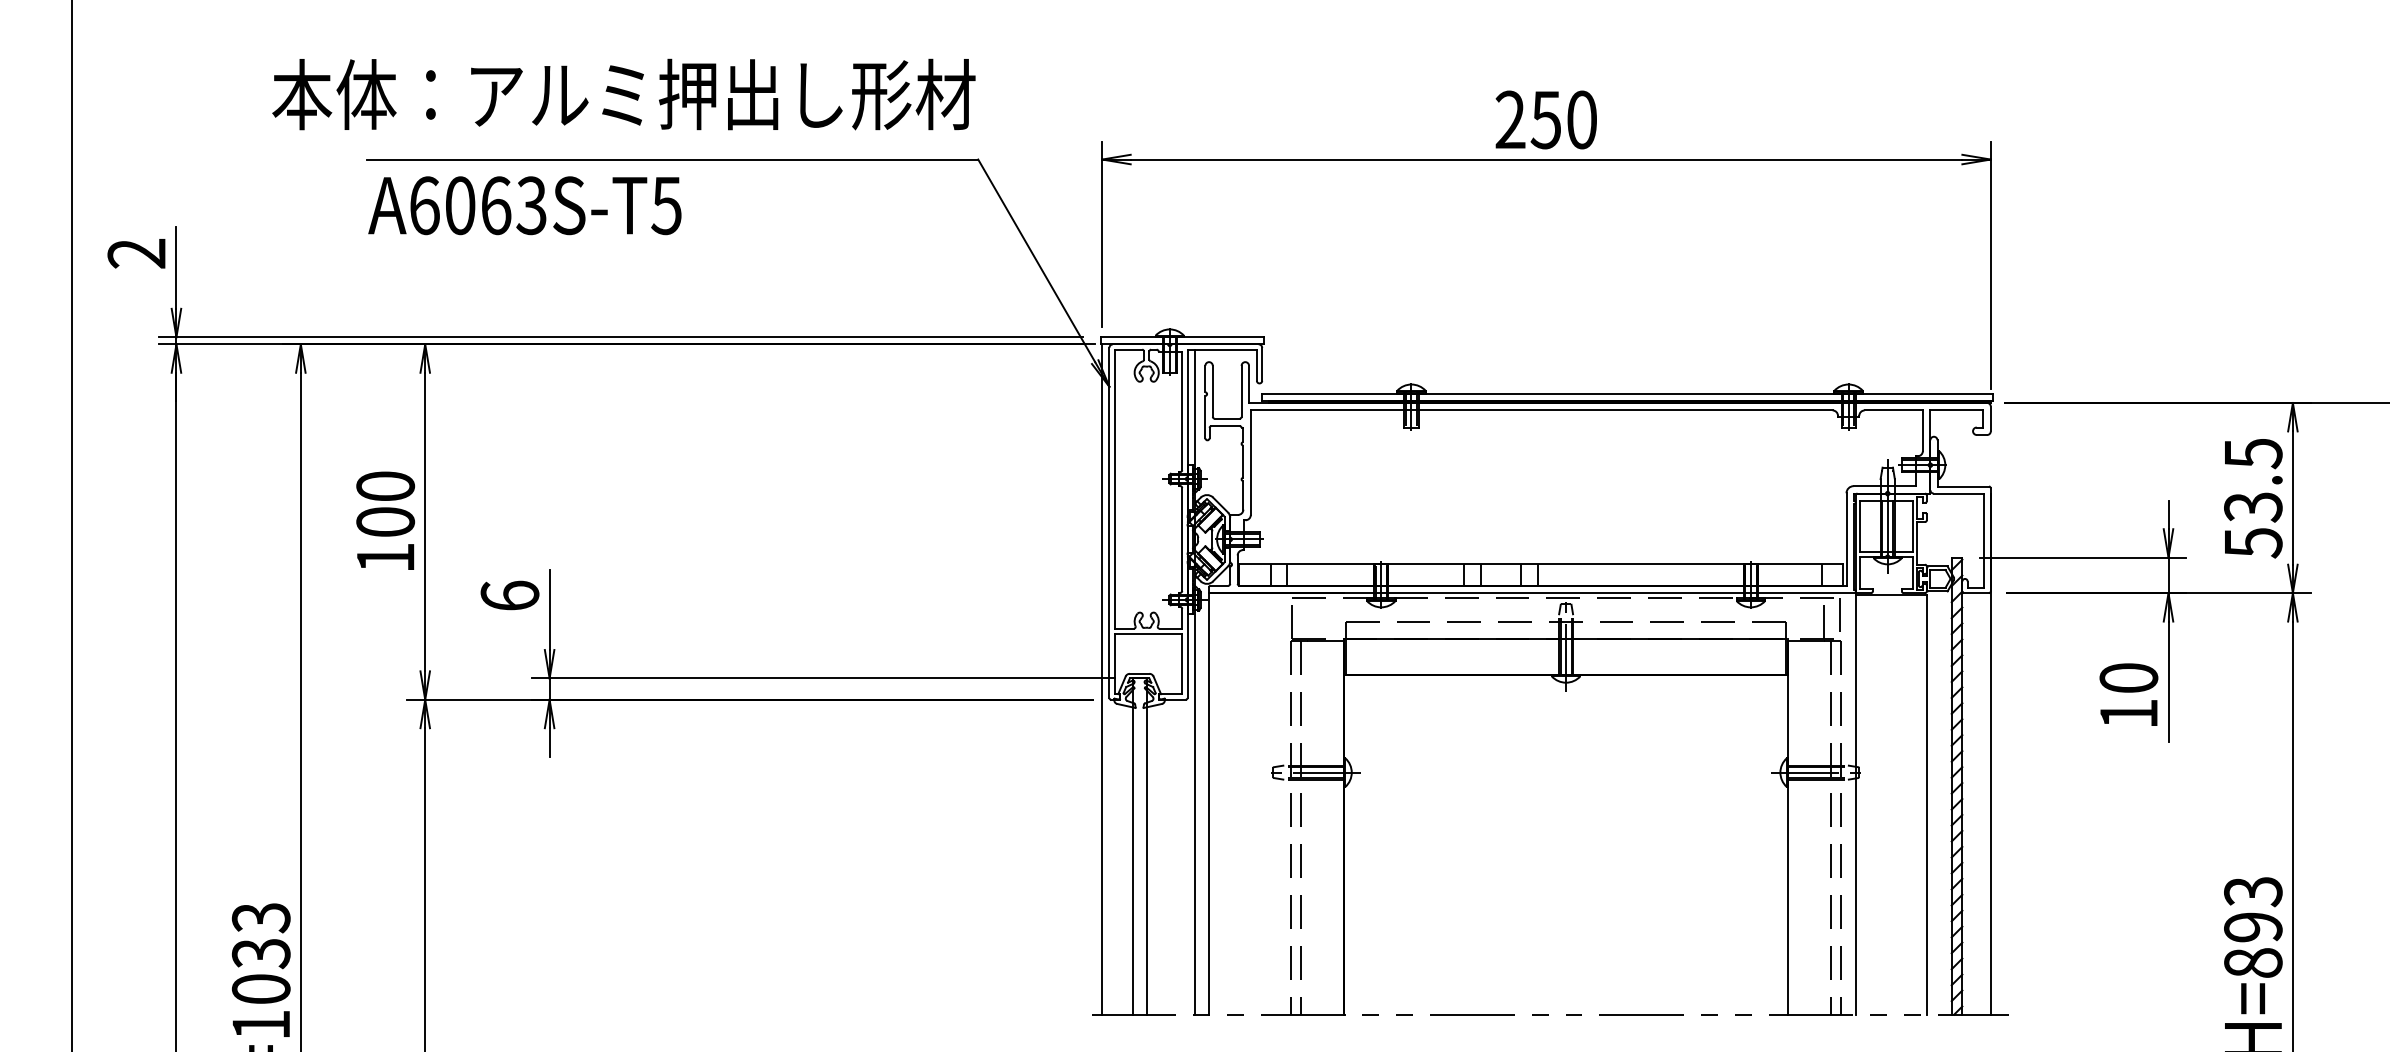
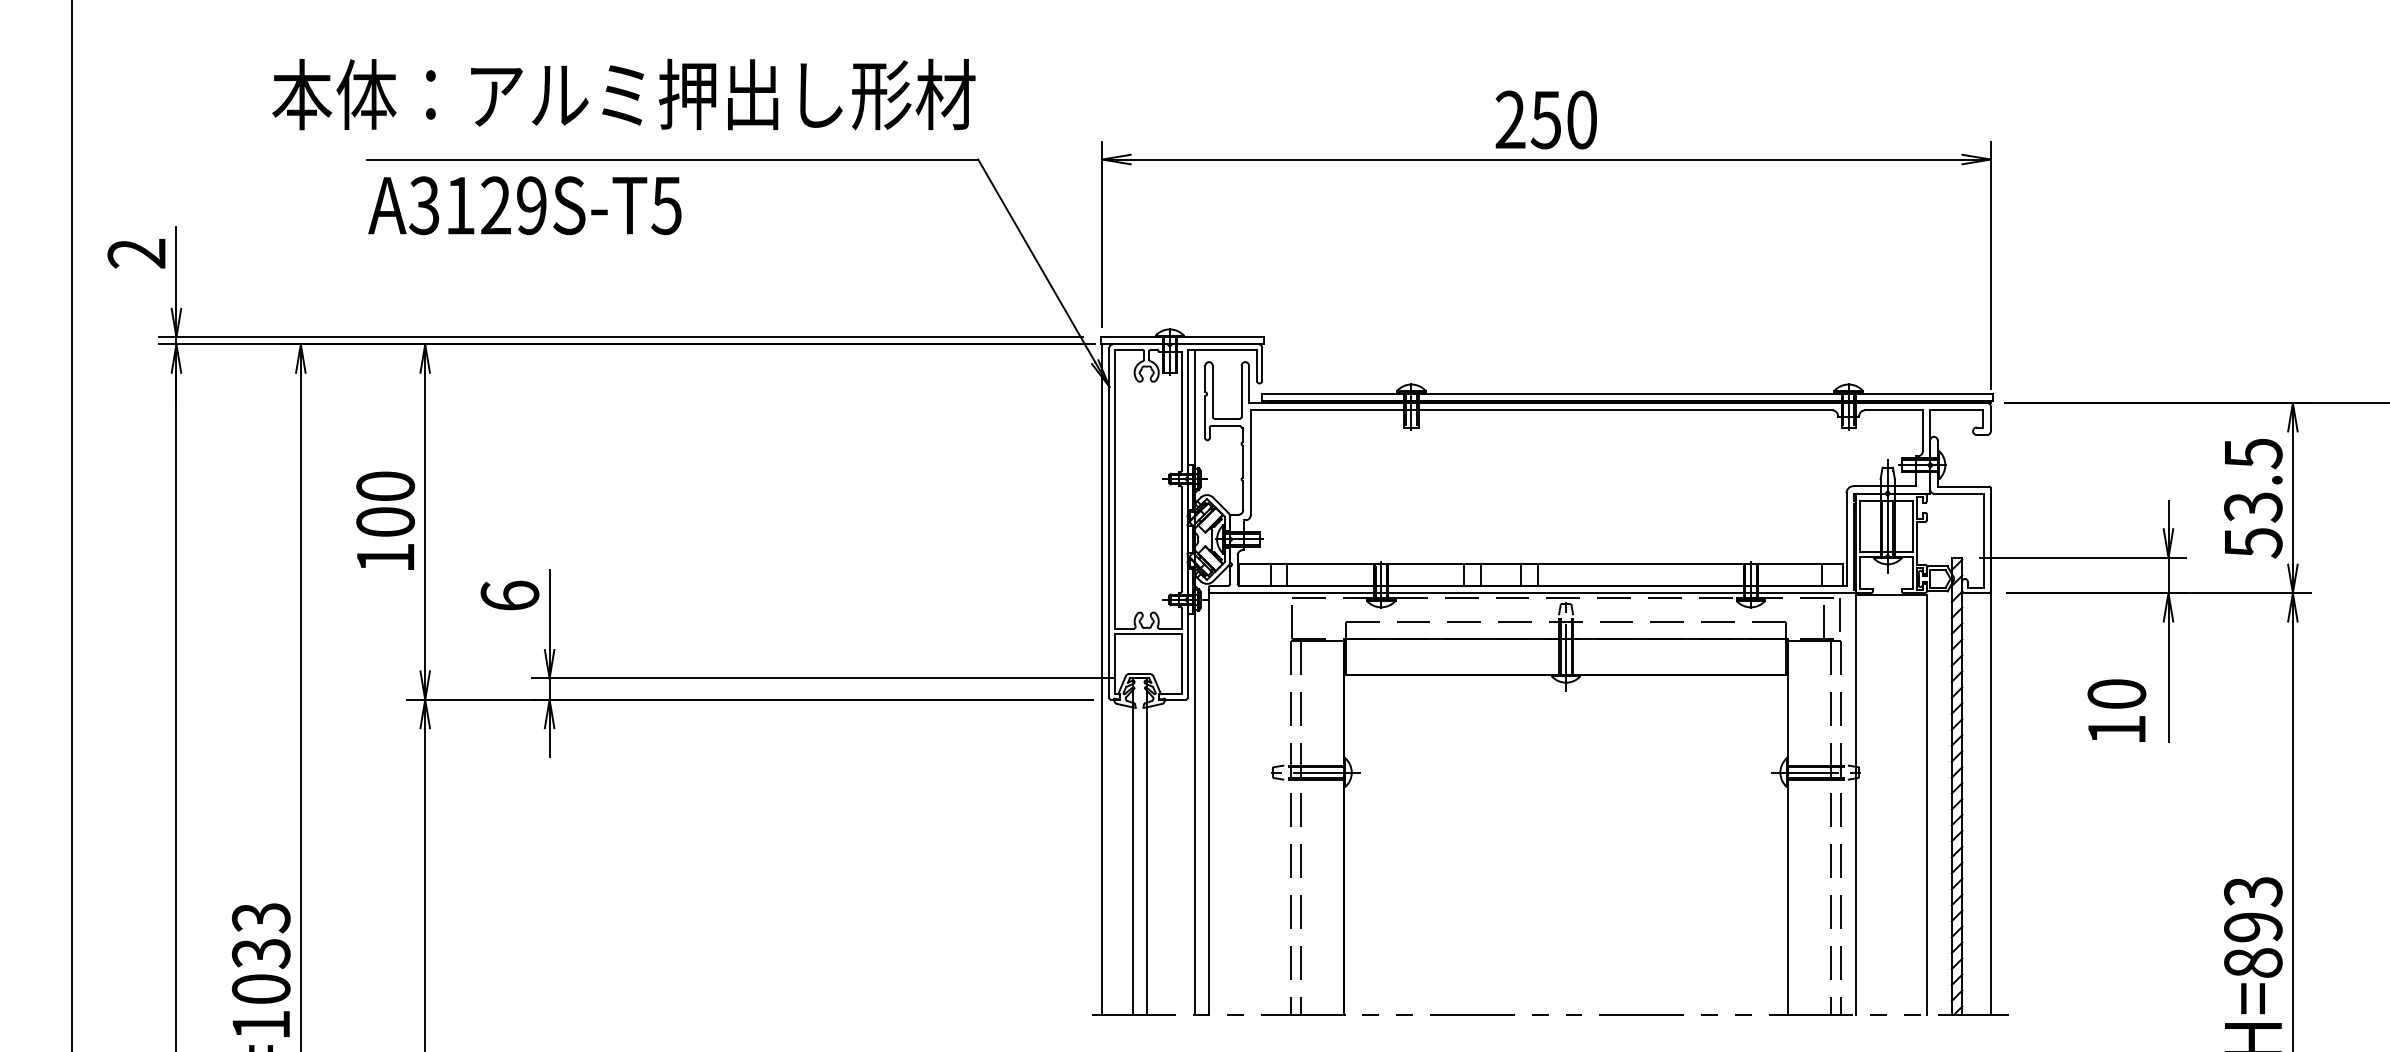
text at (477, 205): A6063S-T5 -> A3129S-T5
text at (2128, 694) position: (2128, 694) -> (2116, 710)
